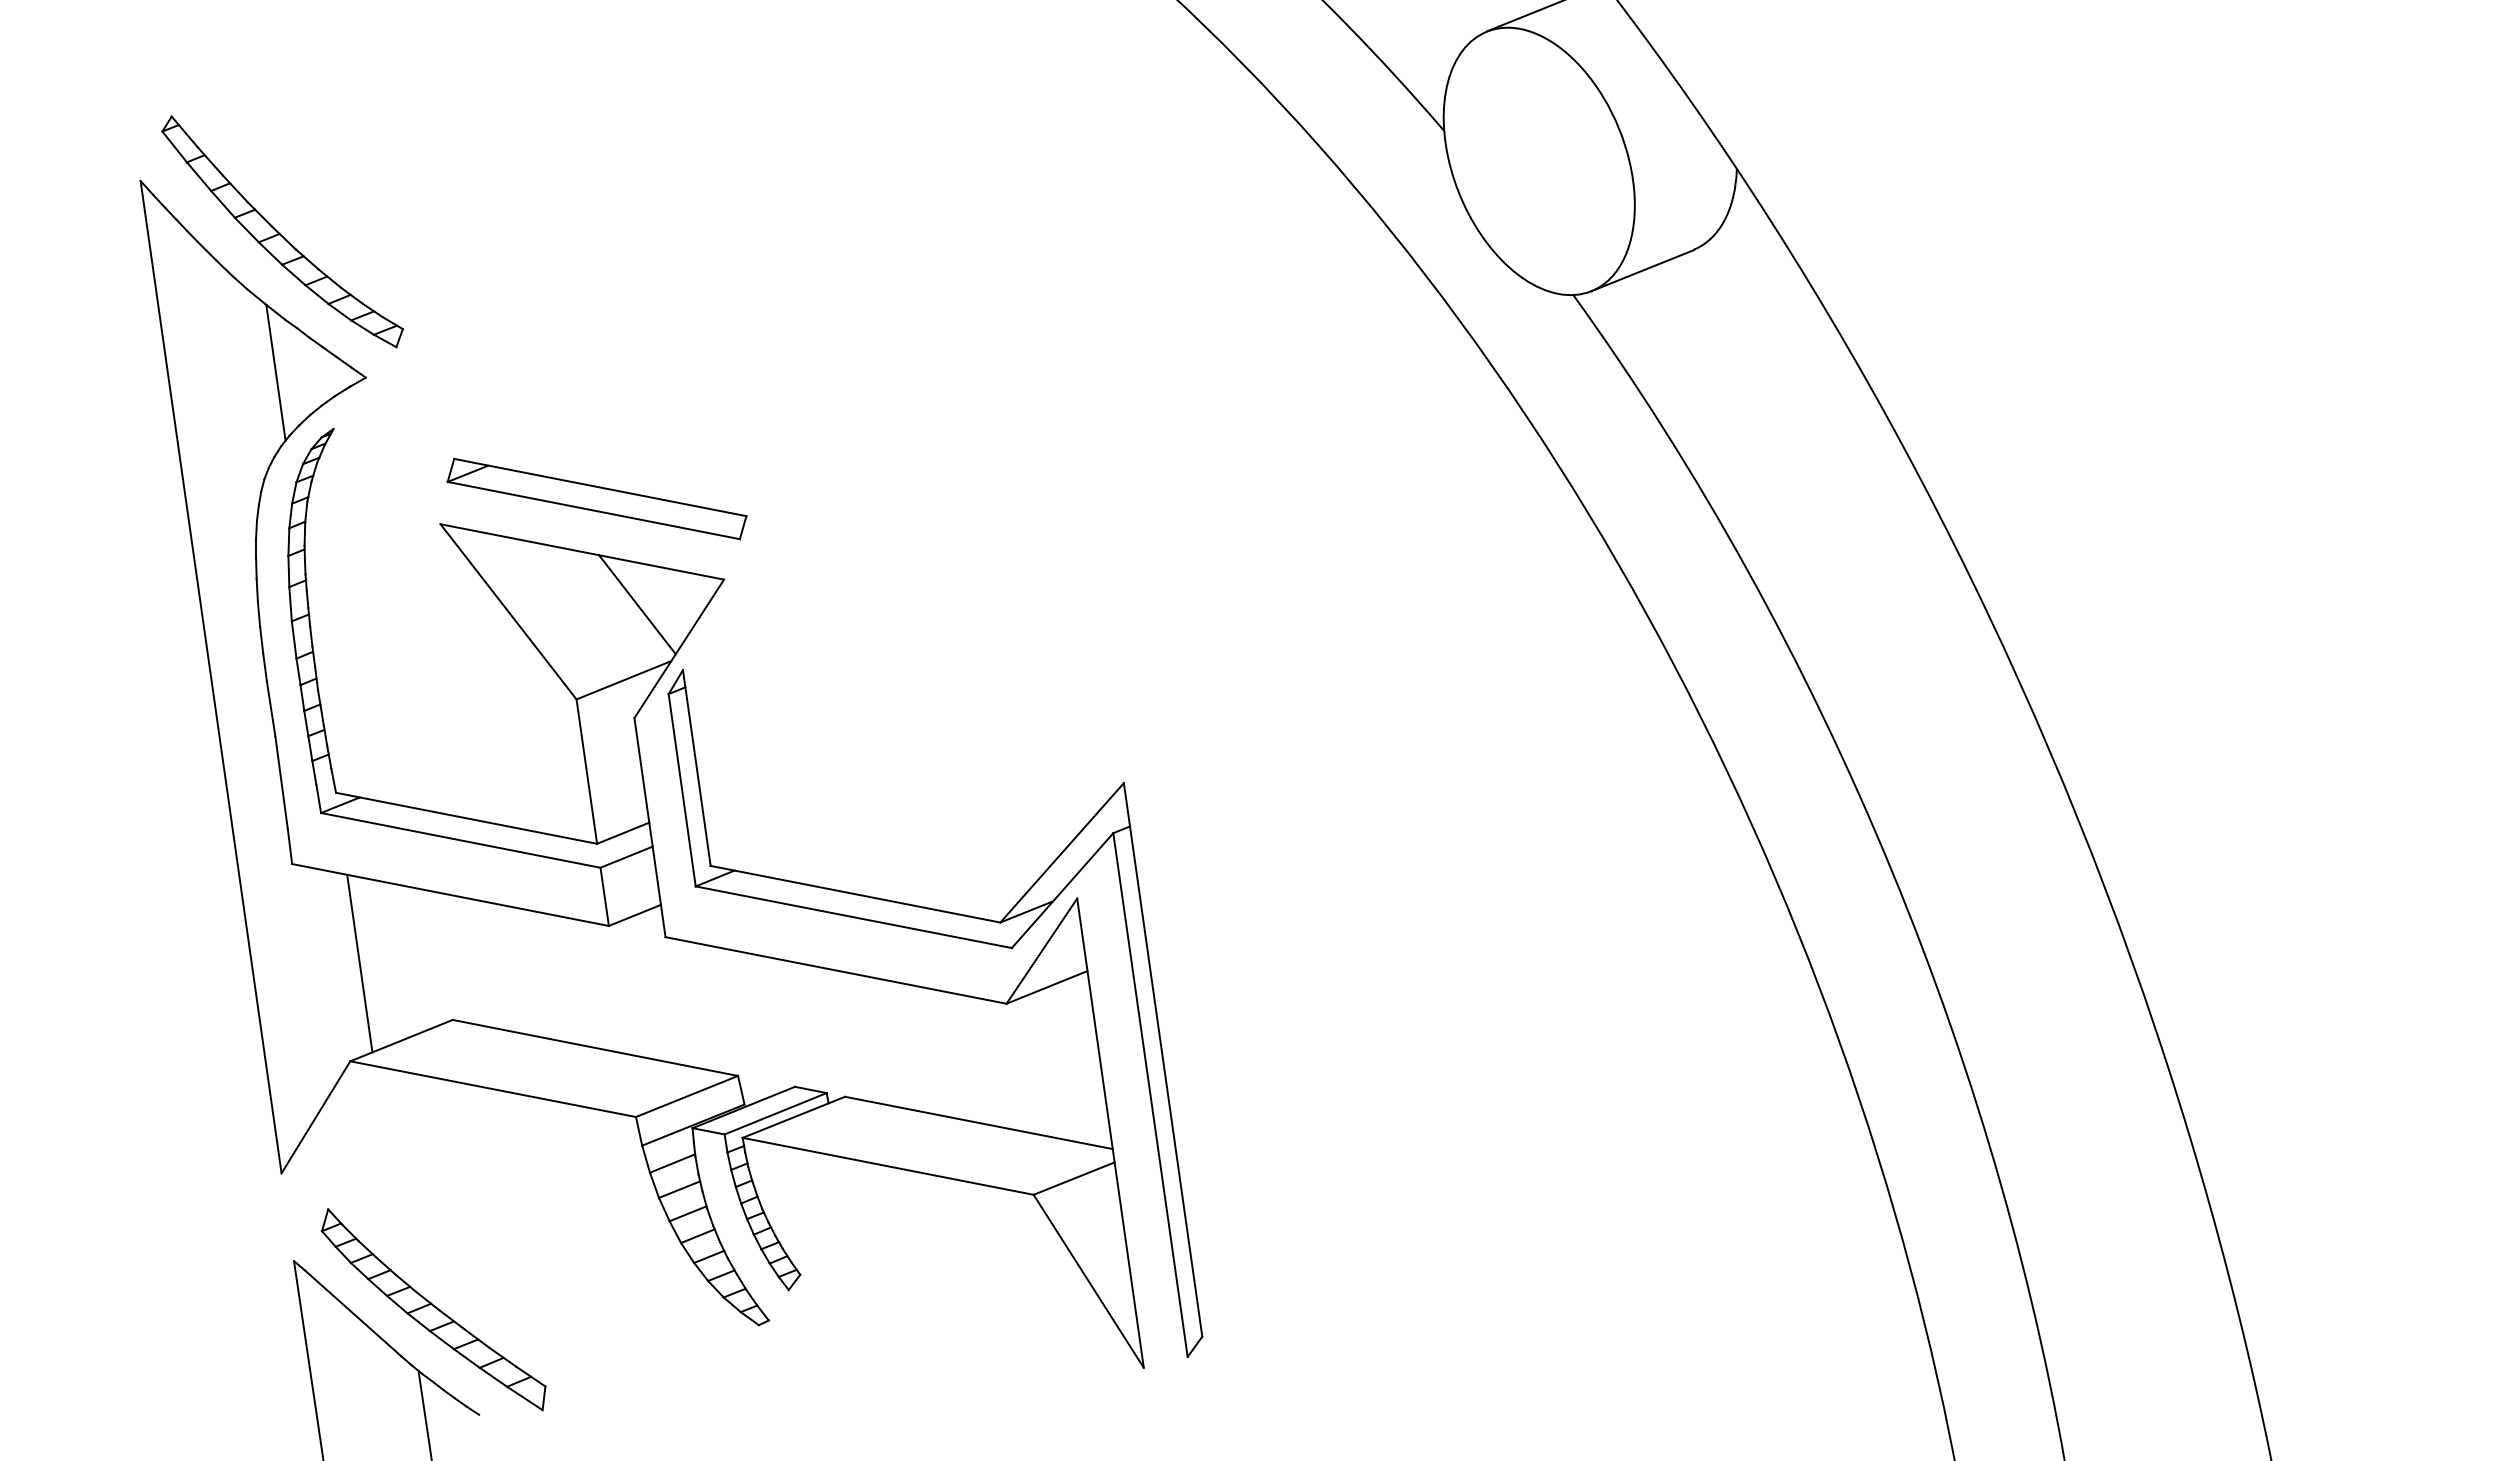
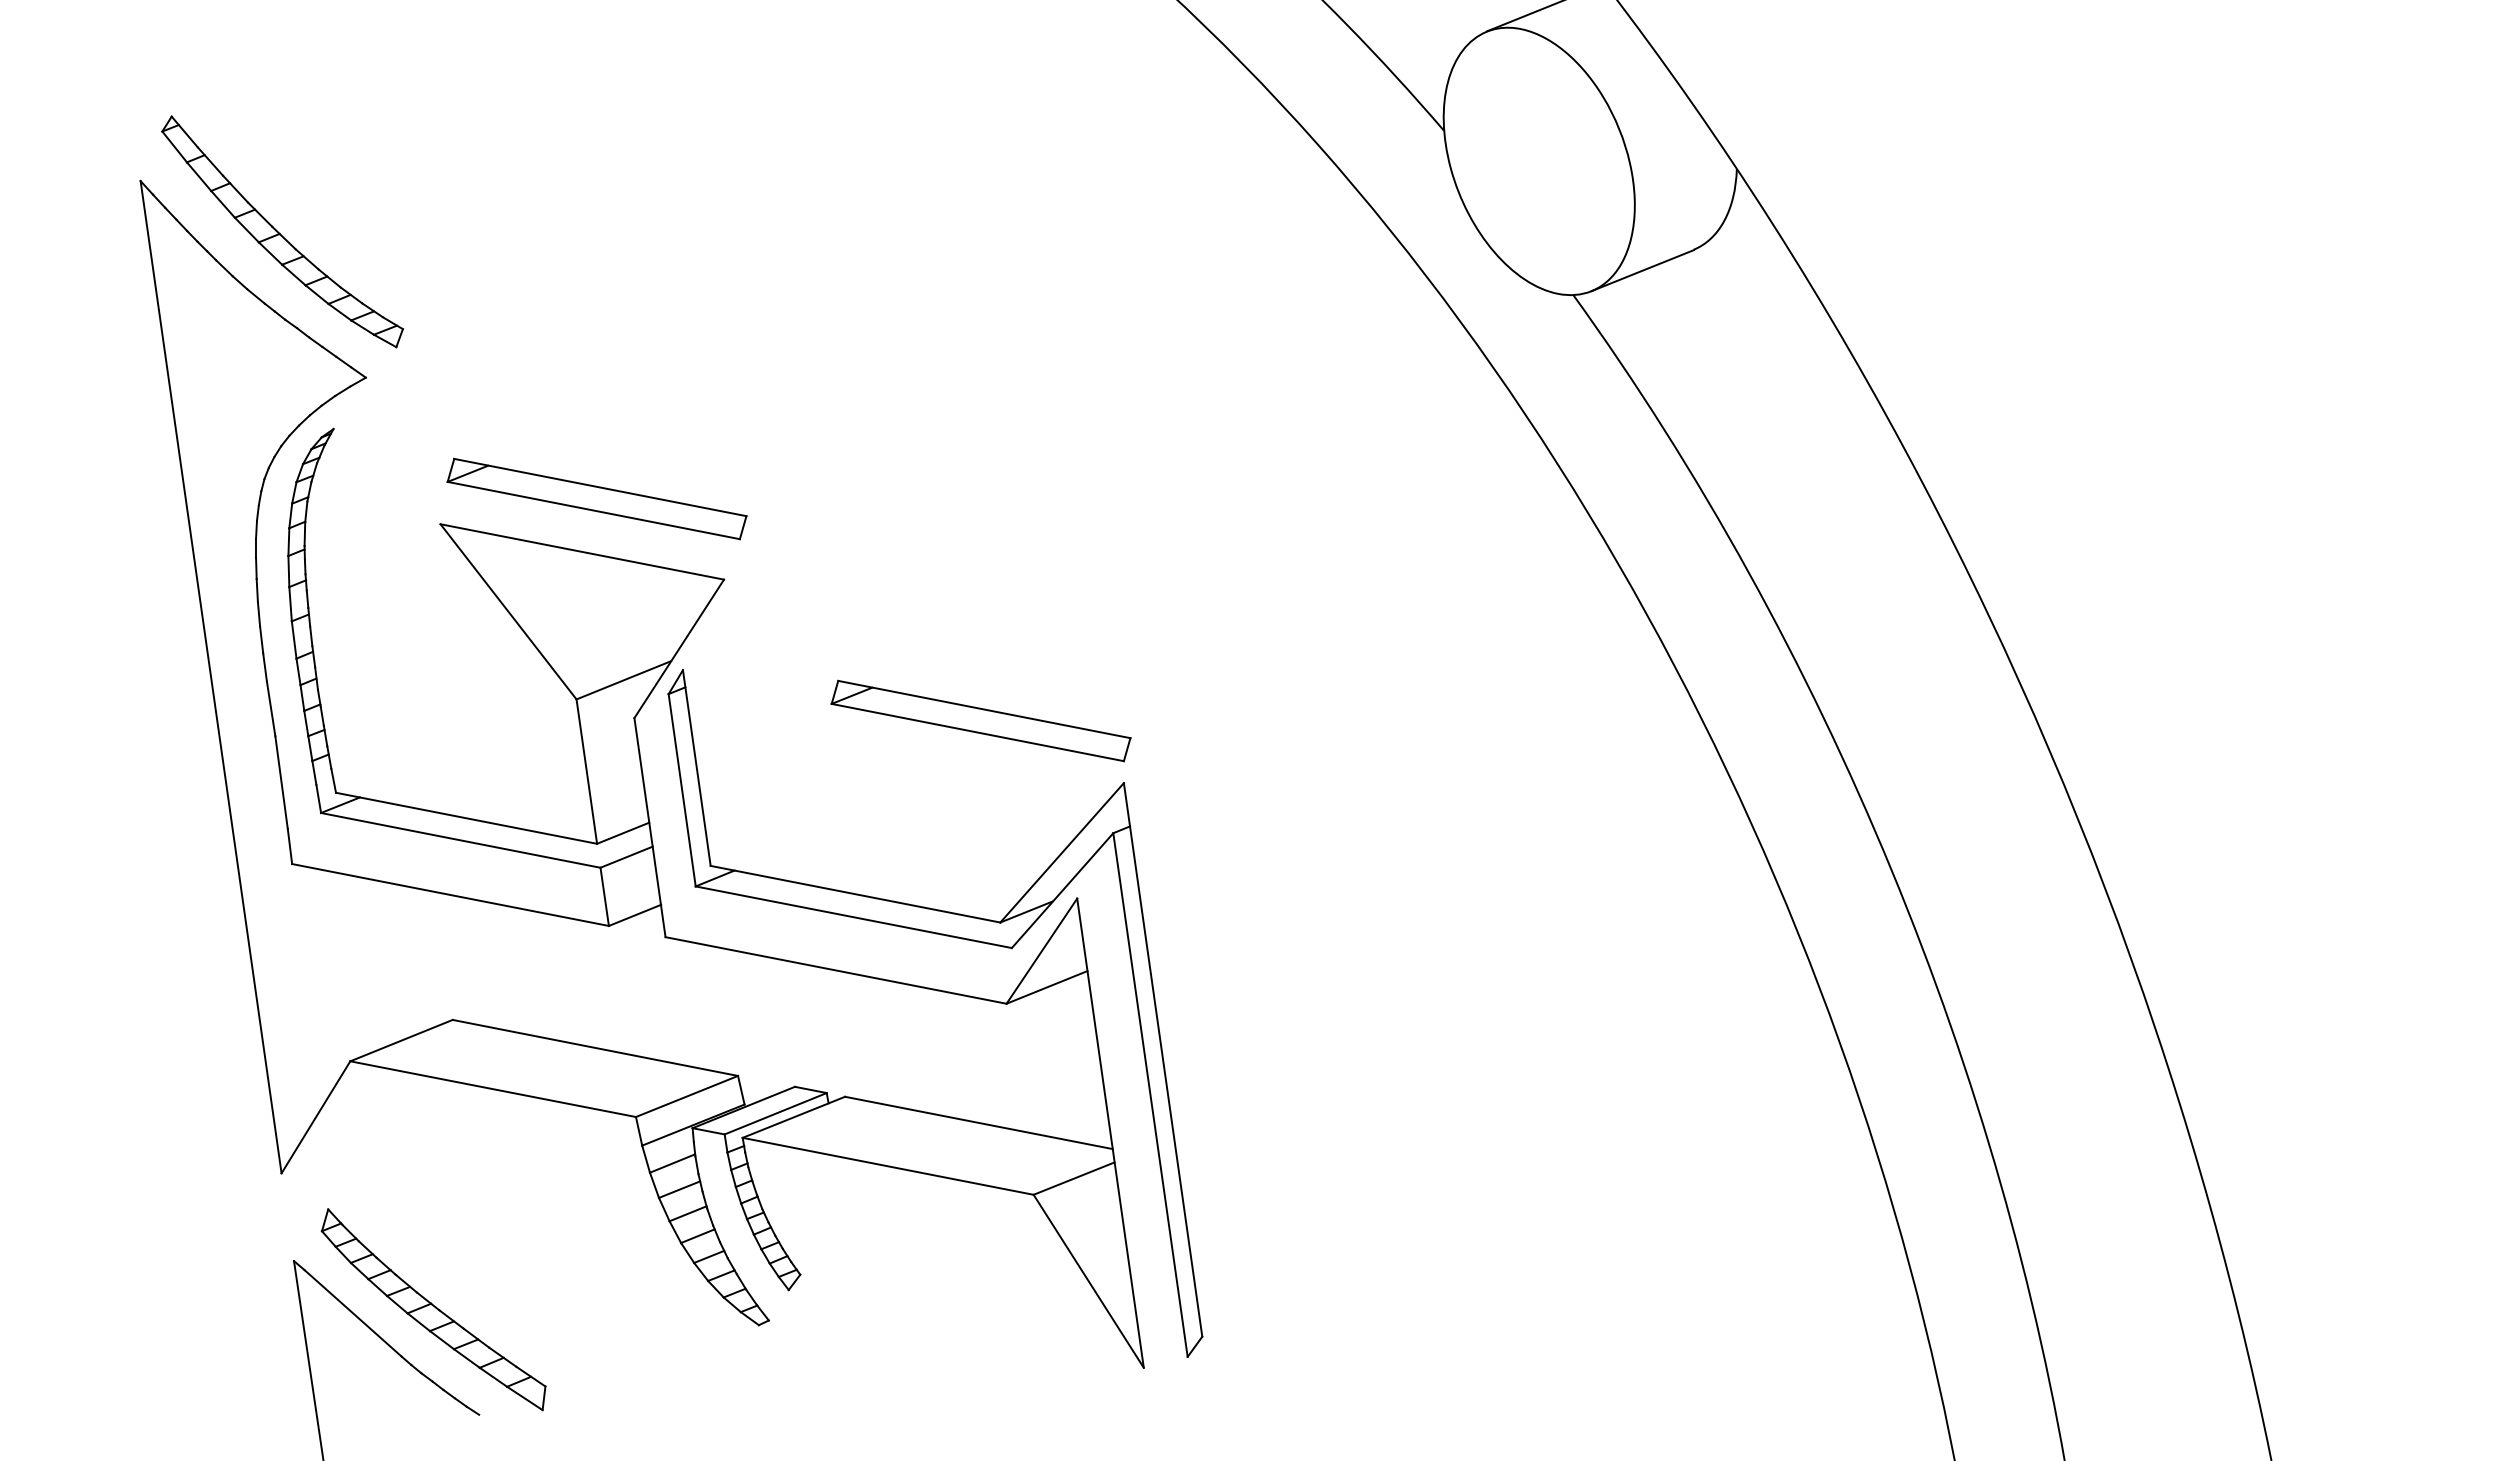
line at (275, 372): present -> none
line at (636, 604): present -> none
part at (980, 720): none -> present
line at (359, 963): present -> none
line at (424, 1413): present -> none
